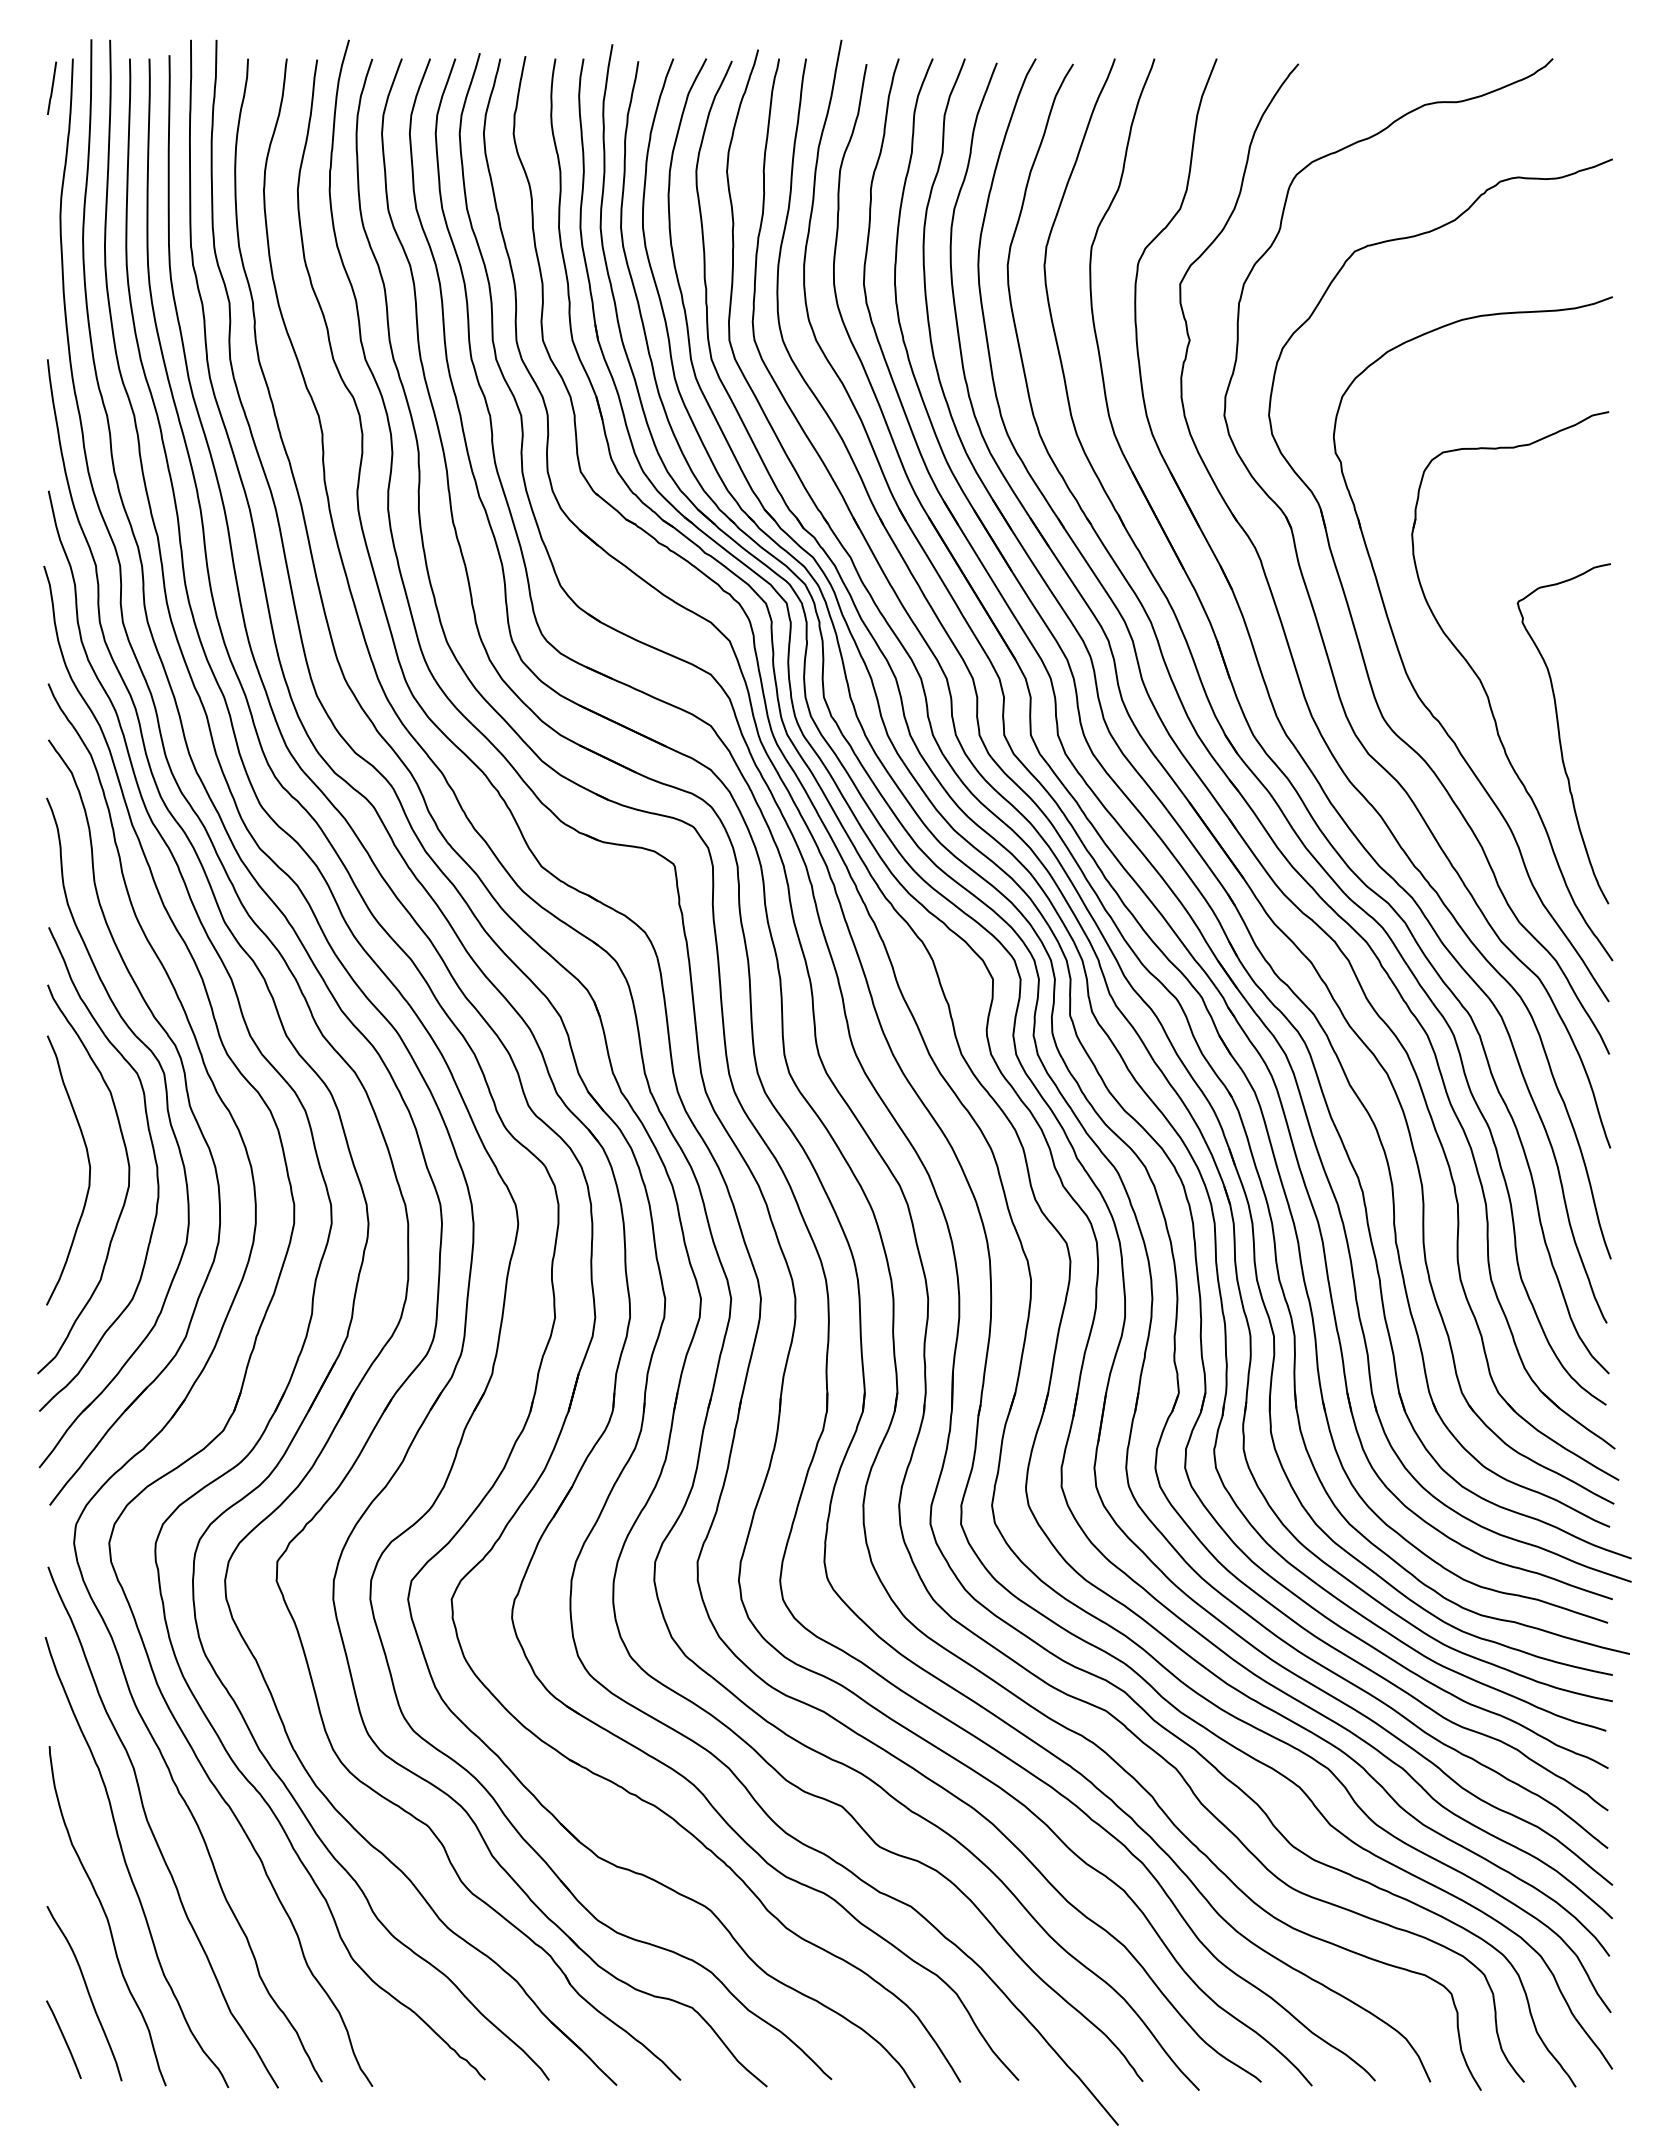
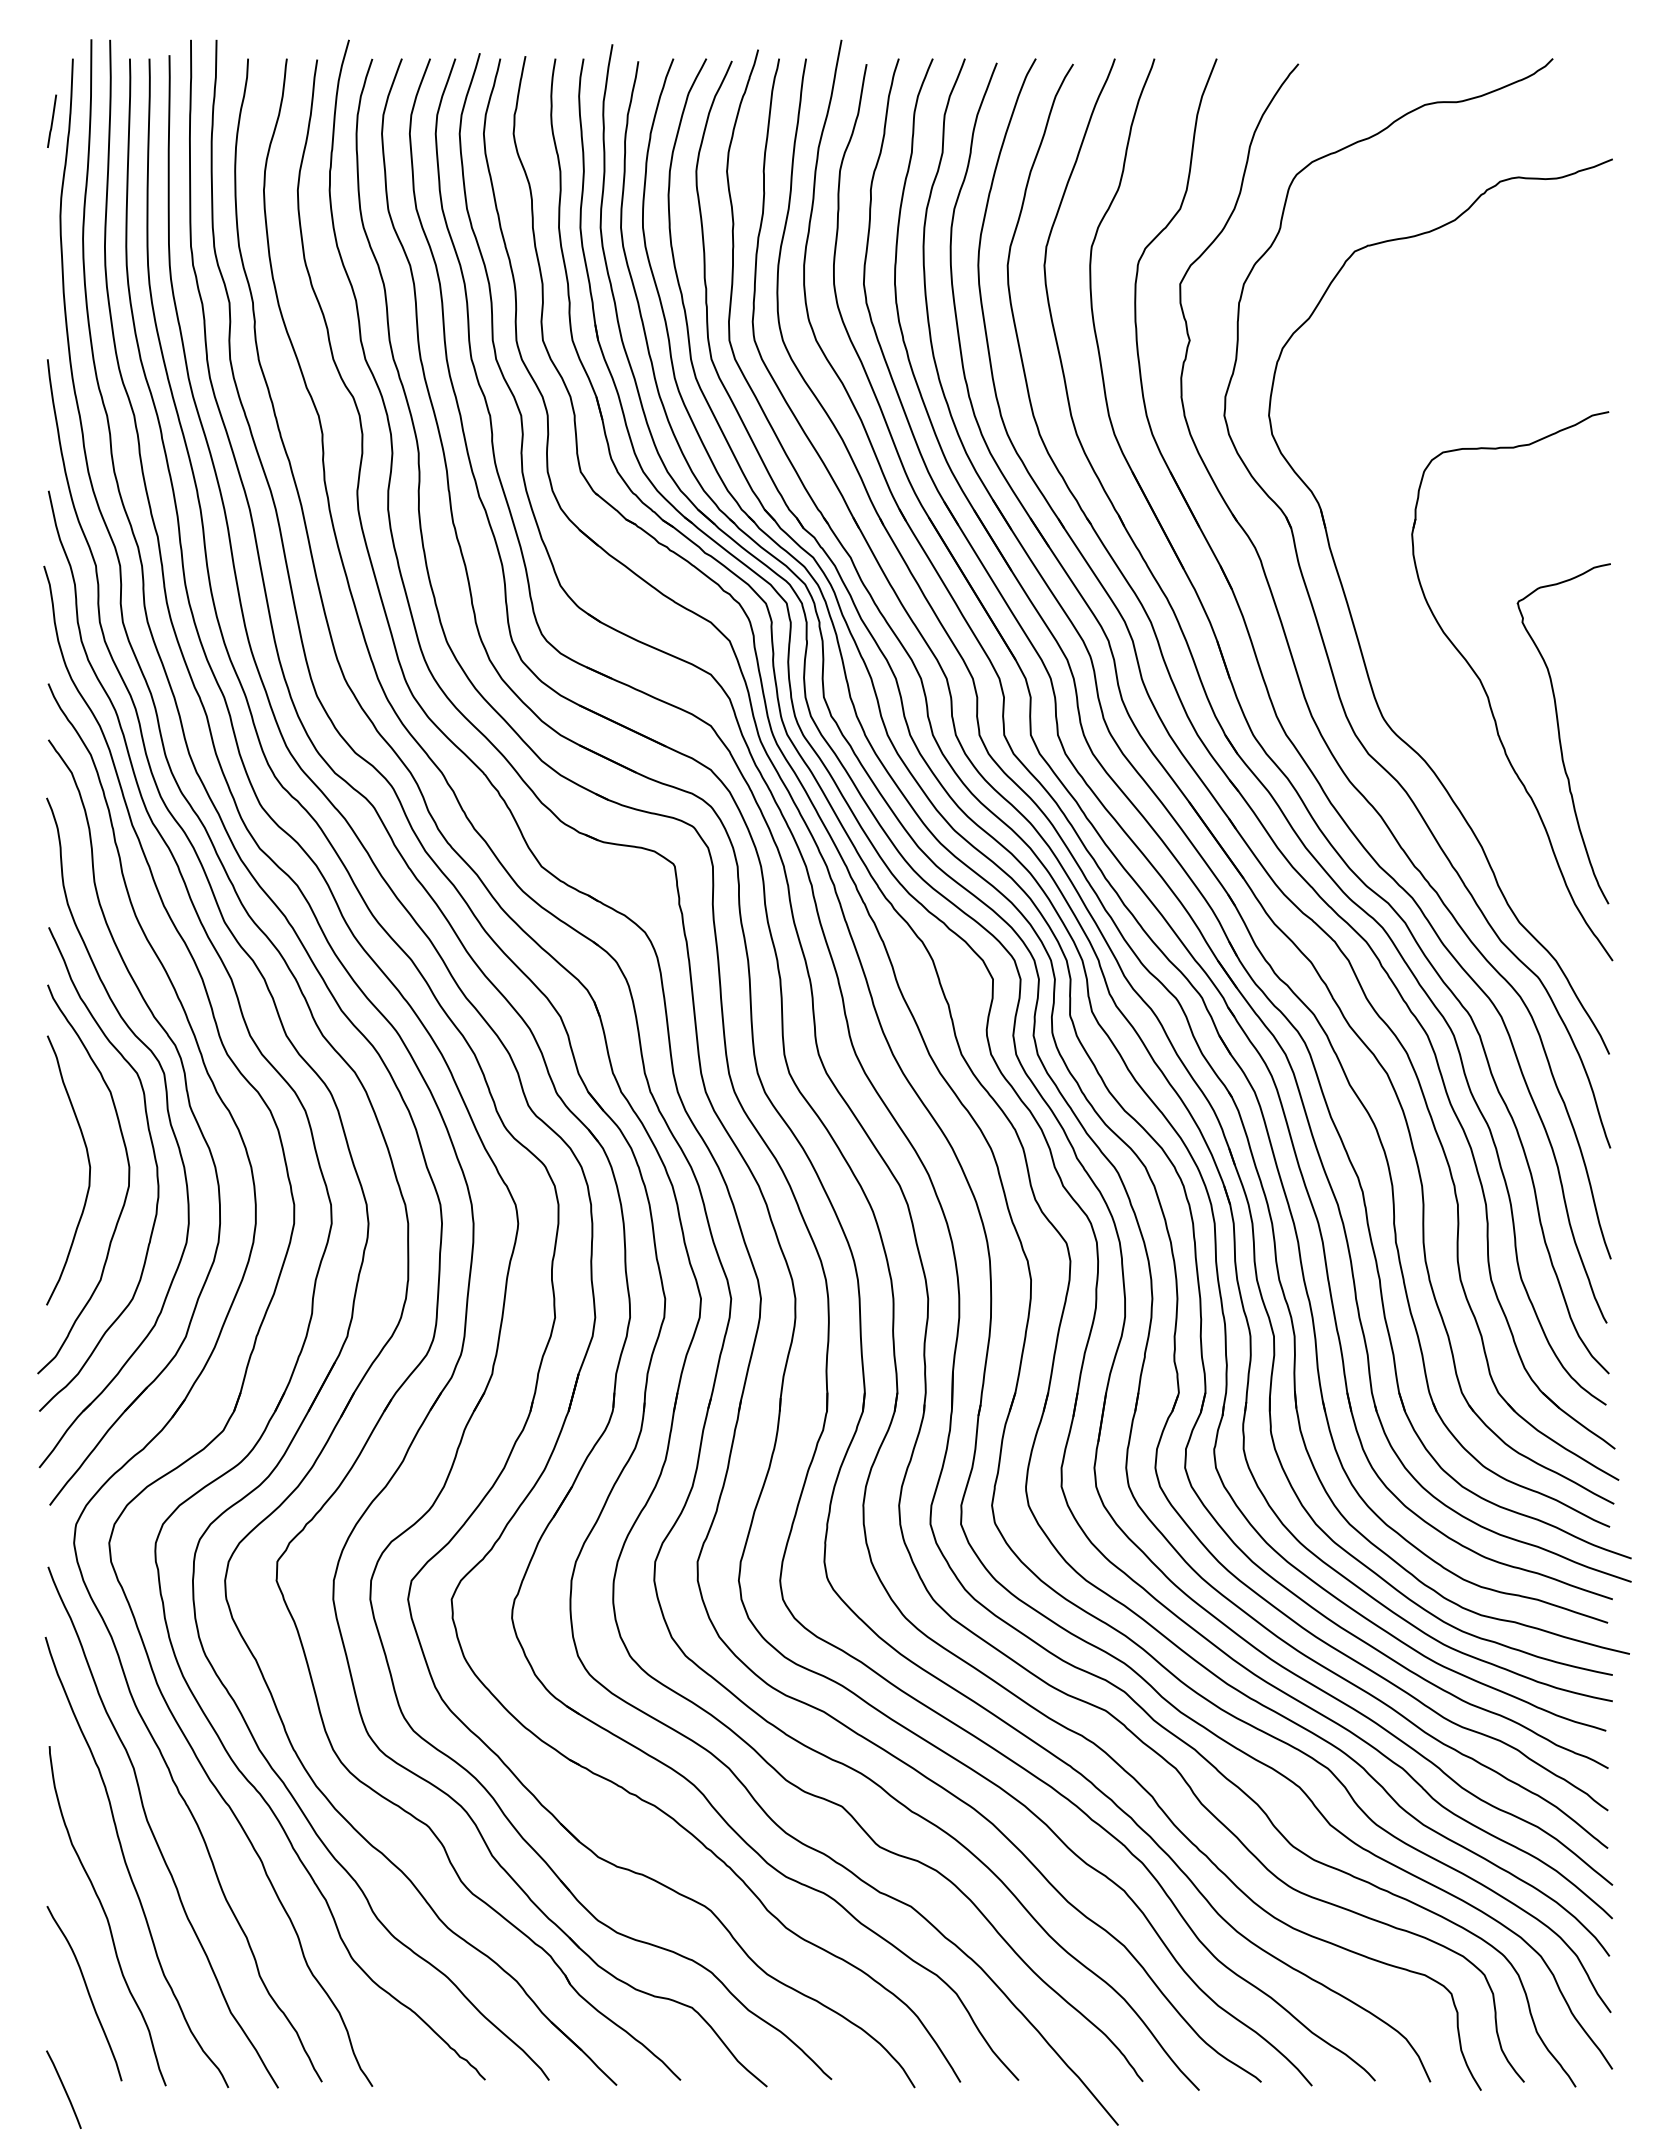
line at (52, 87) position: (52, 87) -> (52, 120)
part at (1410, 679): present -> none
line at (63, 2039) position: (63, 2039) -> (63, 2089)
